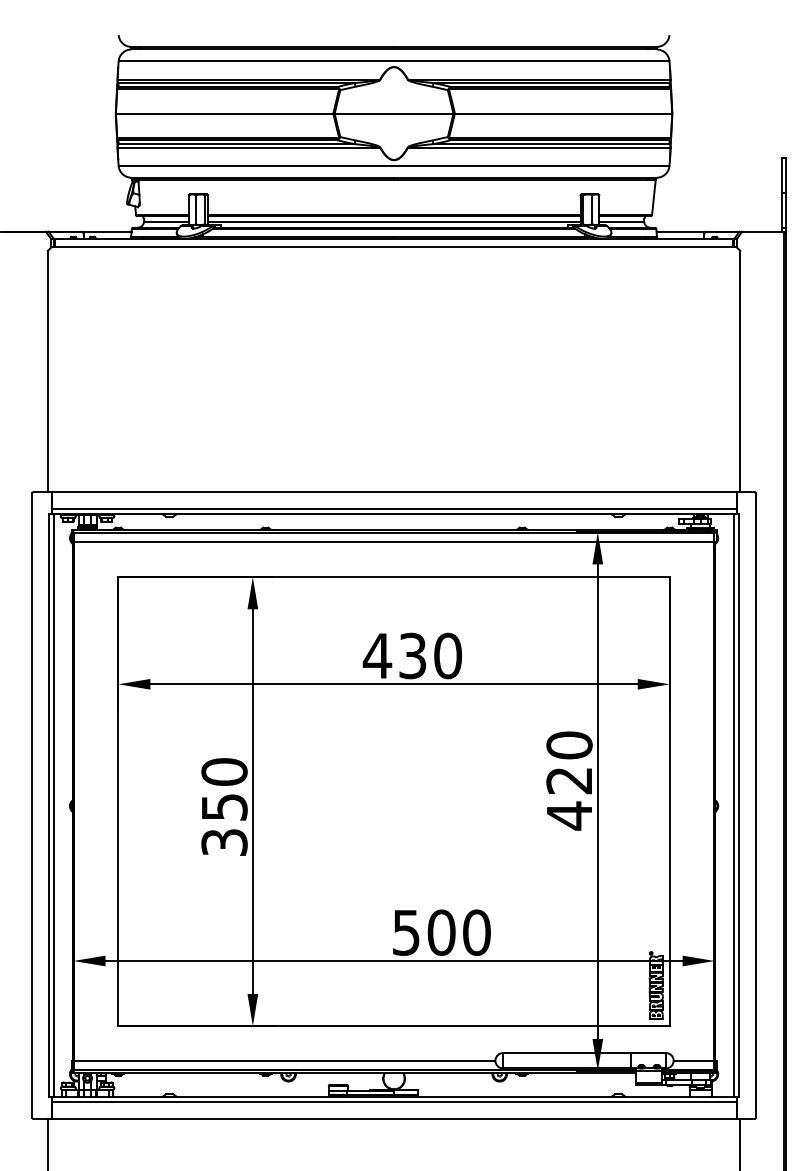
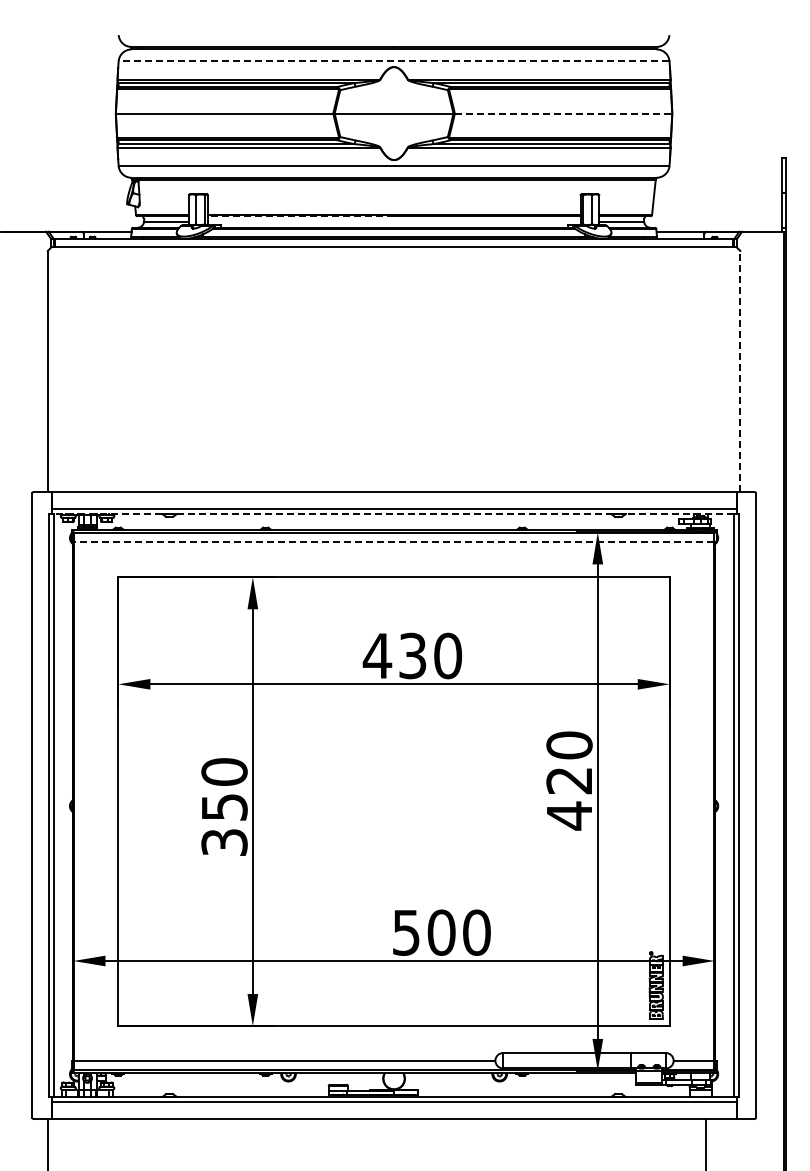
line at (393, 61): solid -> dashed
line at (563, 113): solid -> dashed
line at (300, 216): solid -> dashed
line at (393, 221): present -> none
line at (740, 370): solid -> dashed
line at (394, 513): solid -> dashed
line at (394, 541): solid -> dashed
line at (740, 1143) position: (740, 1143) -> (706, 1143)
